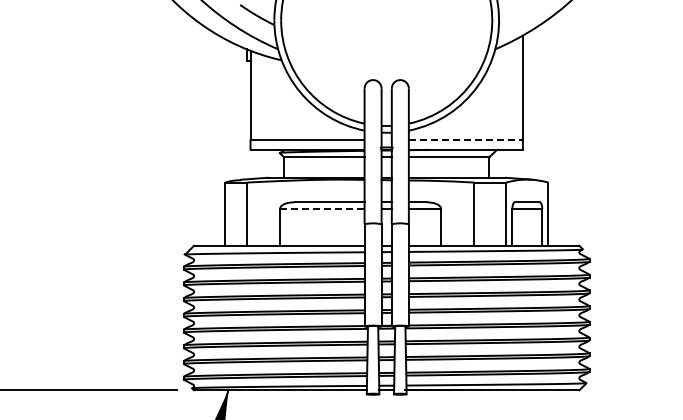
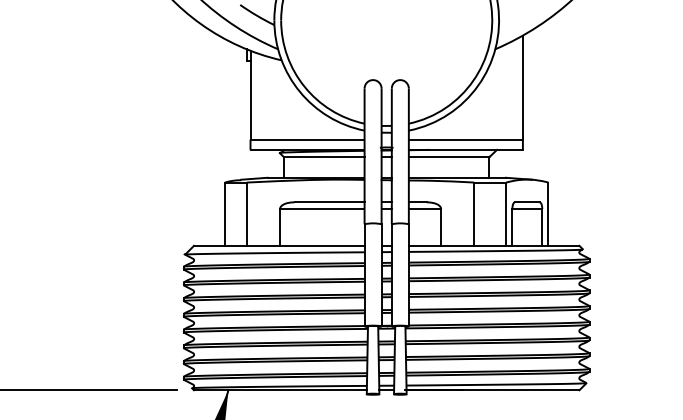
line at (465, 139): dashed -> solid
line at (322, 209): dashed -> solid
